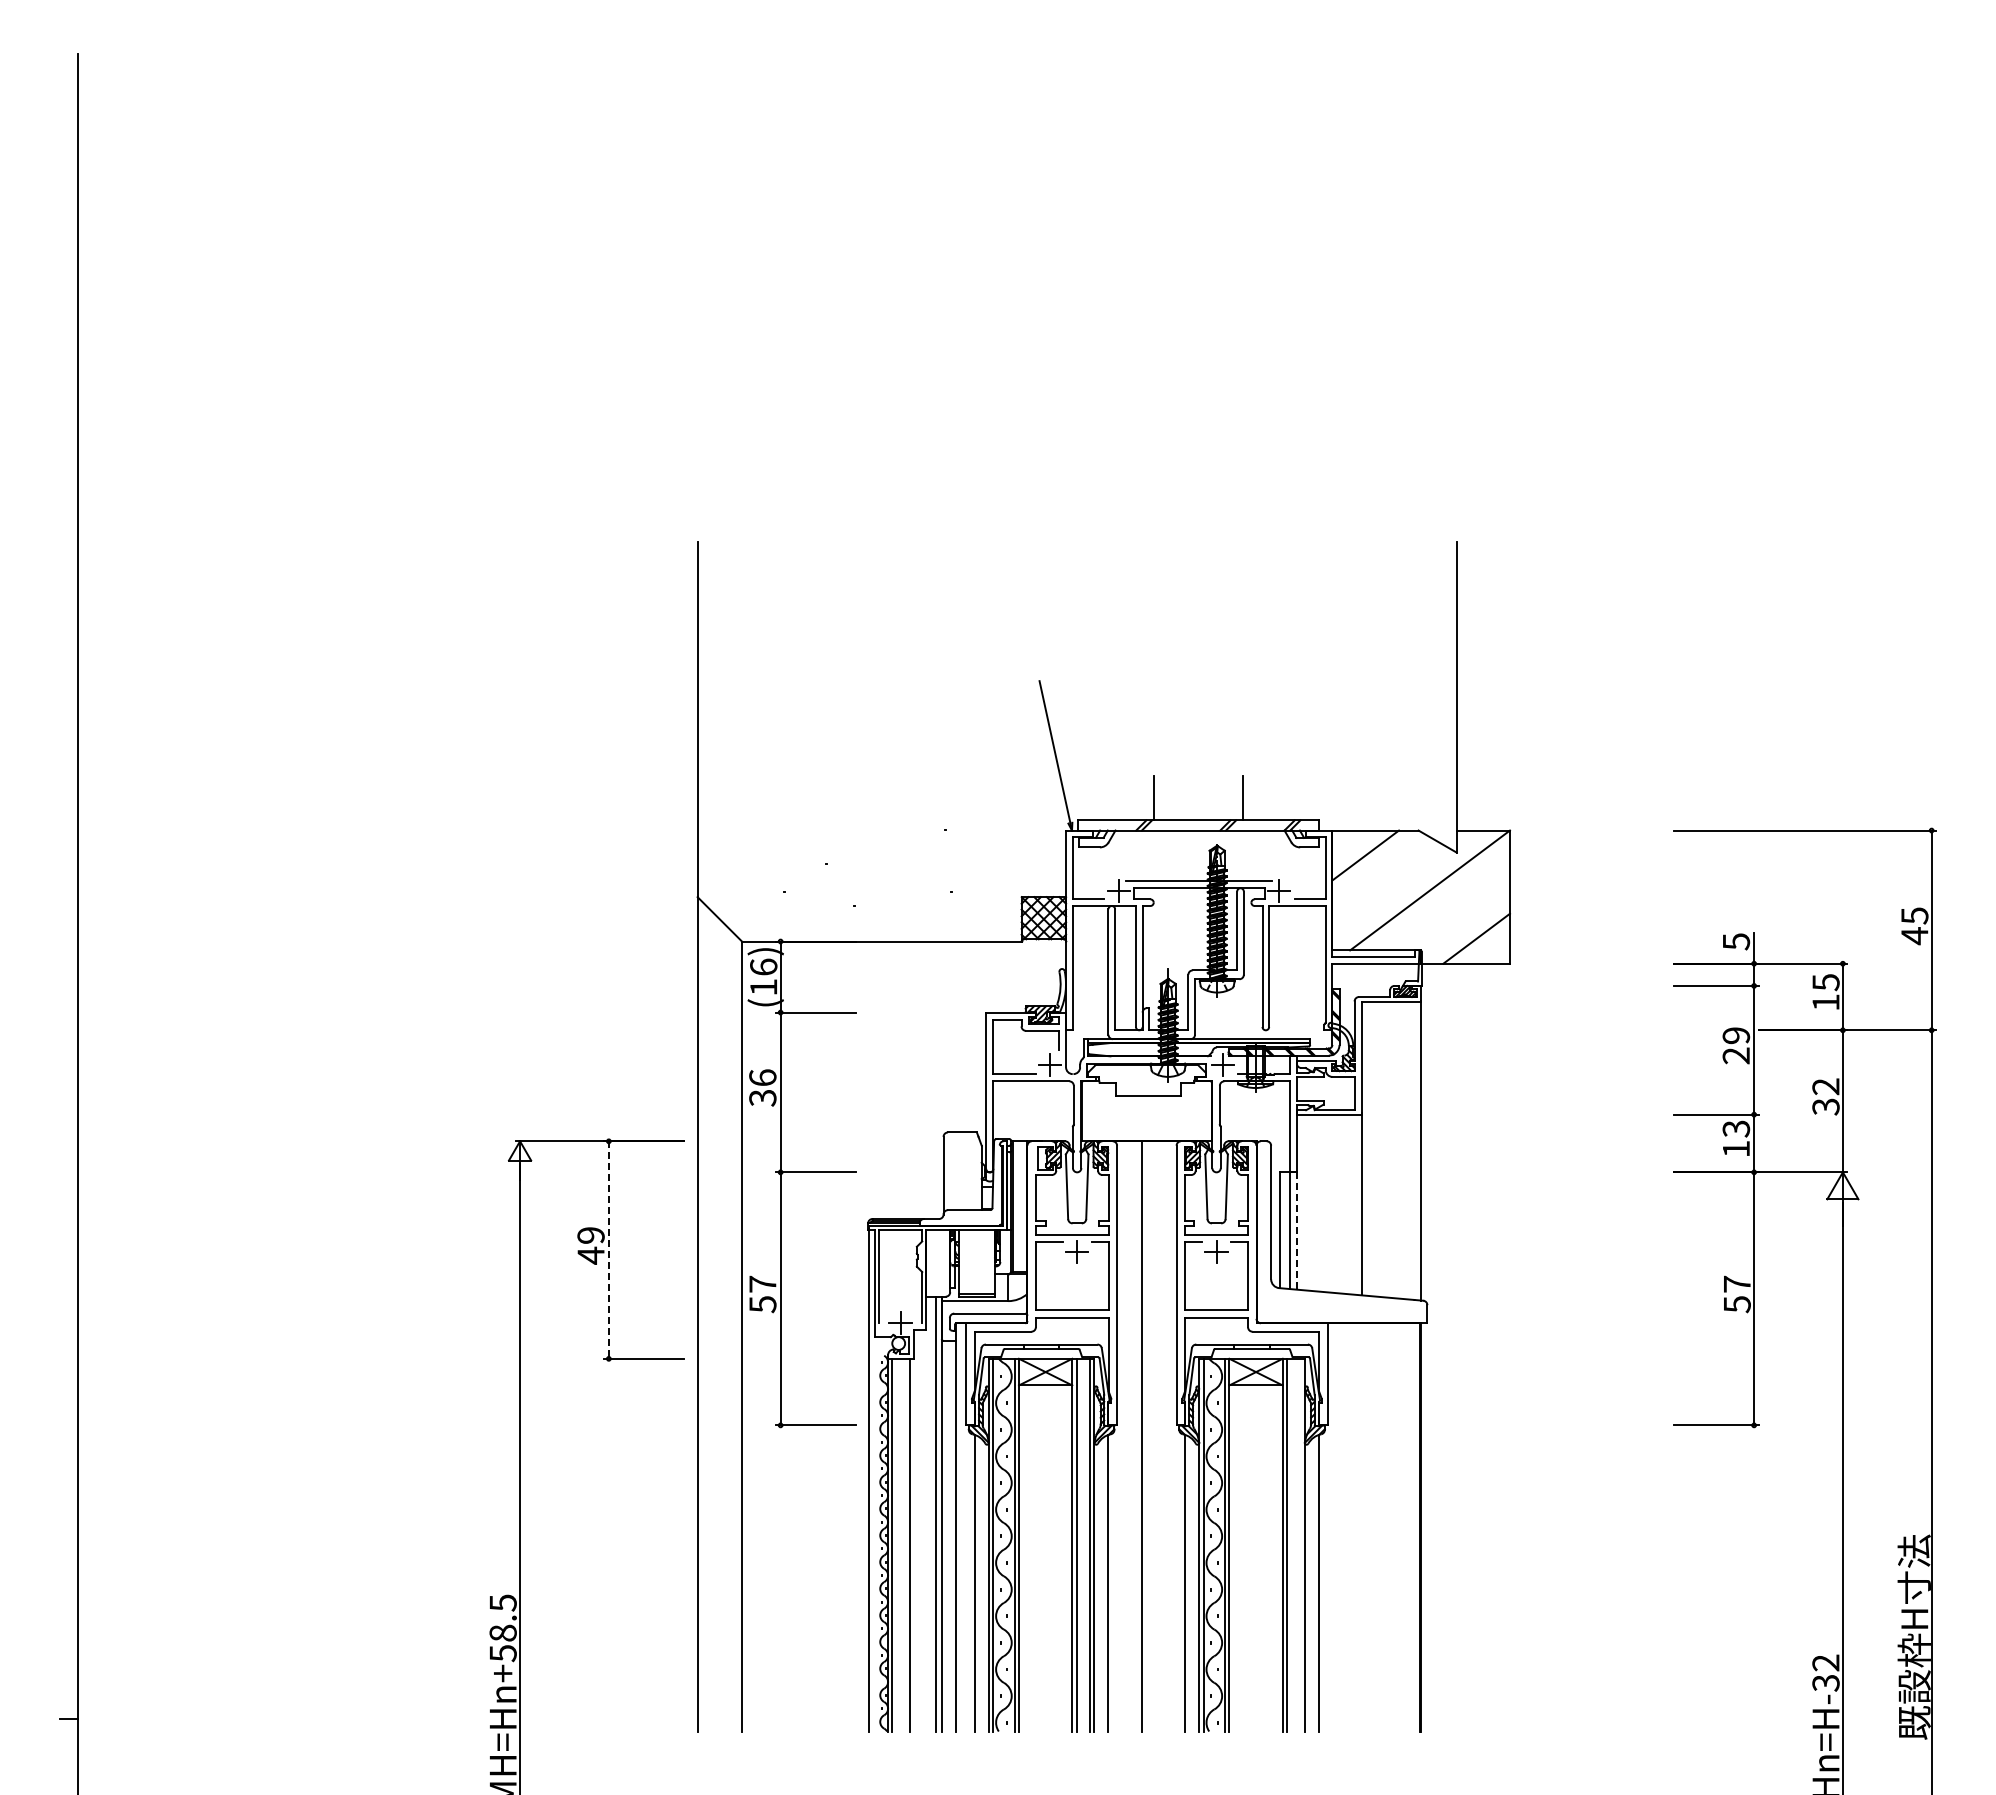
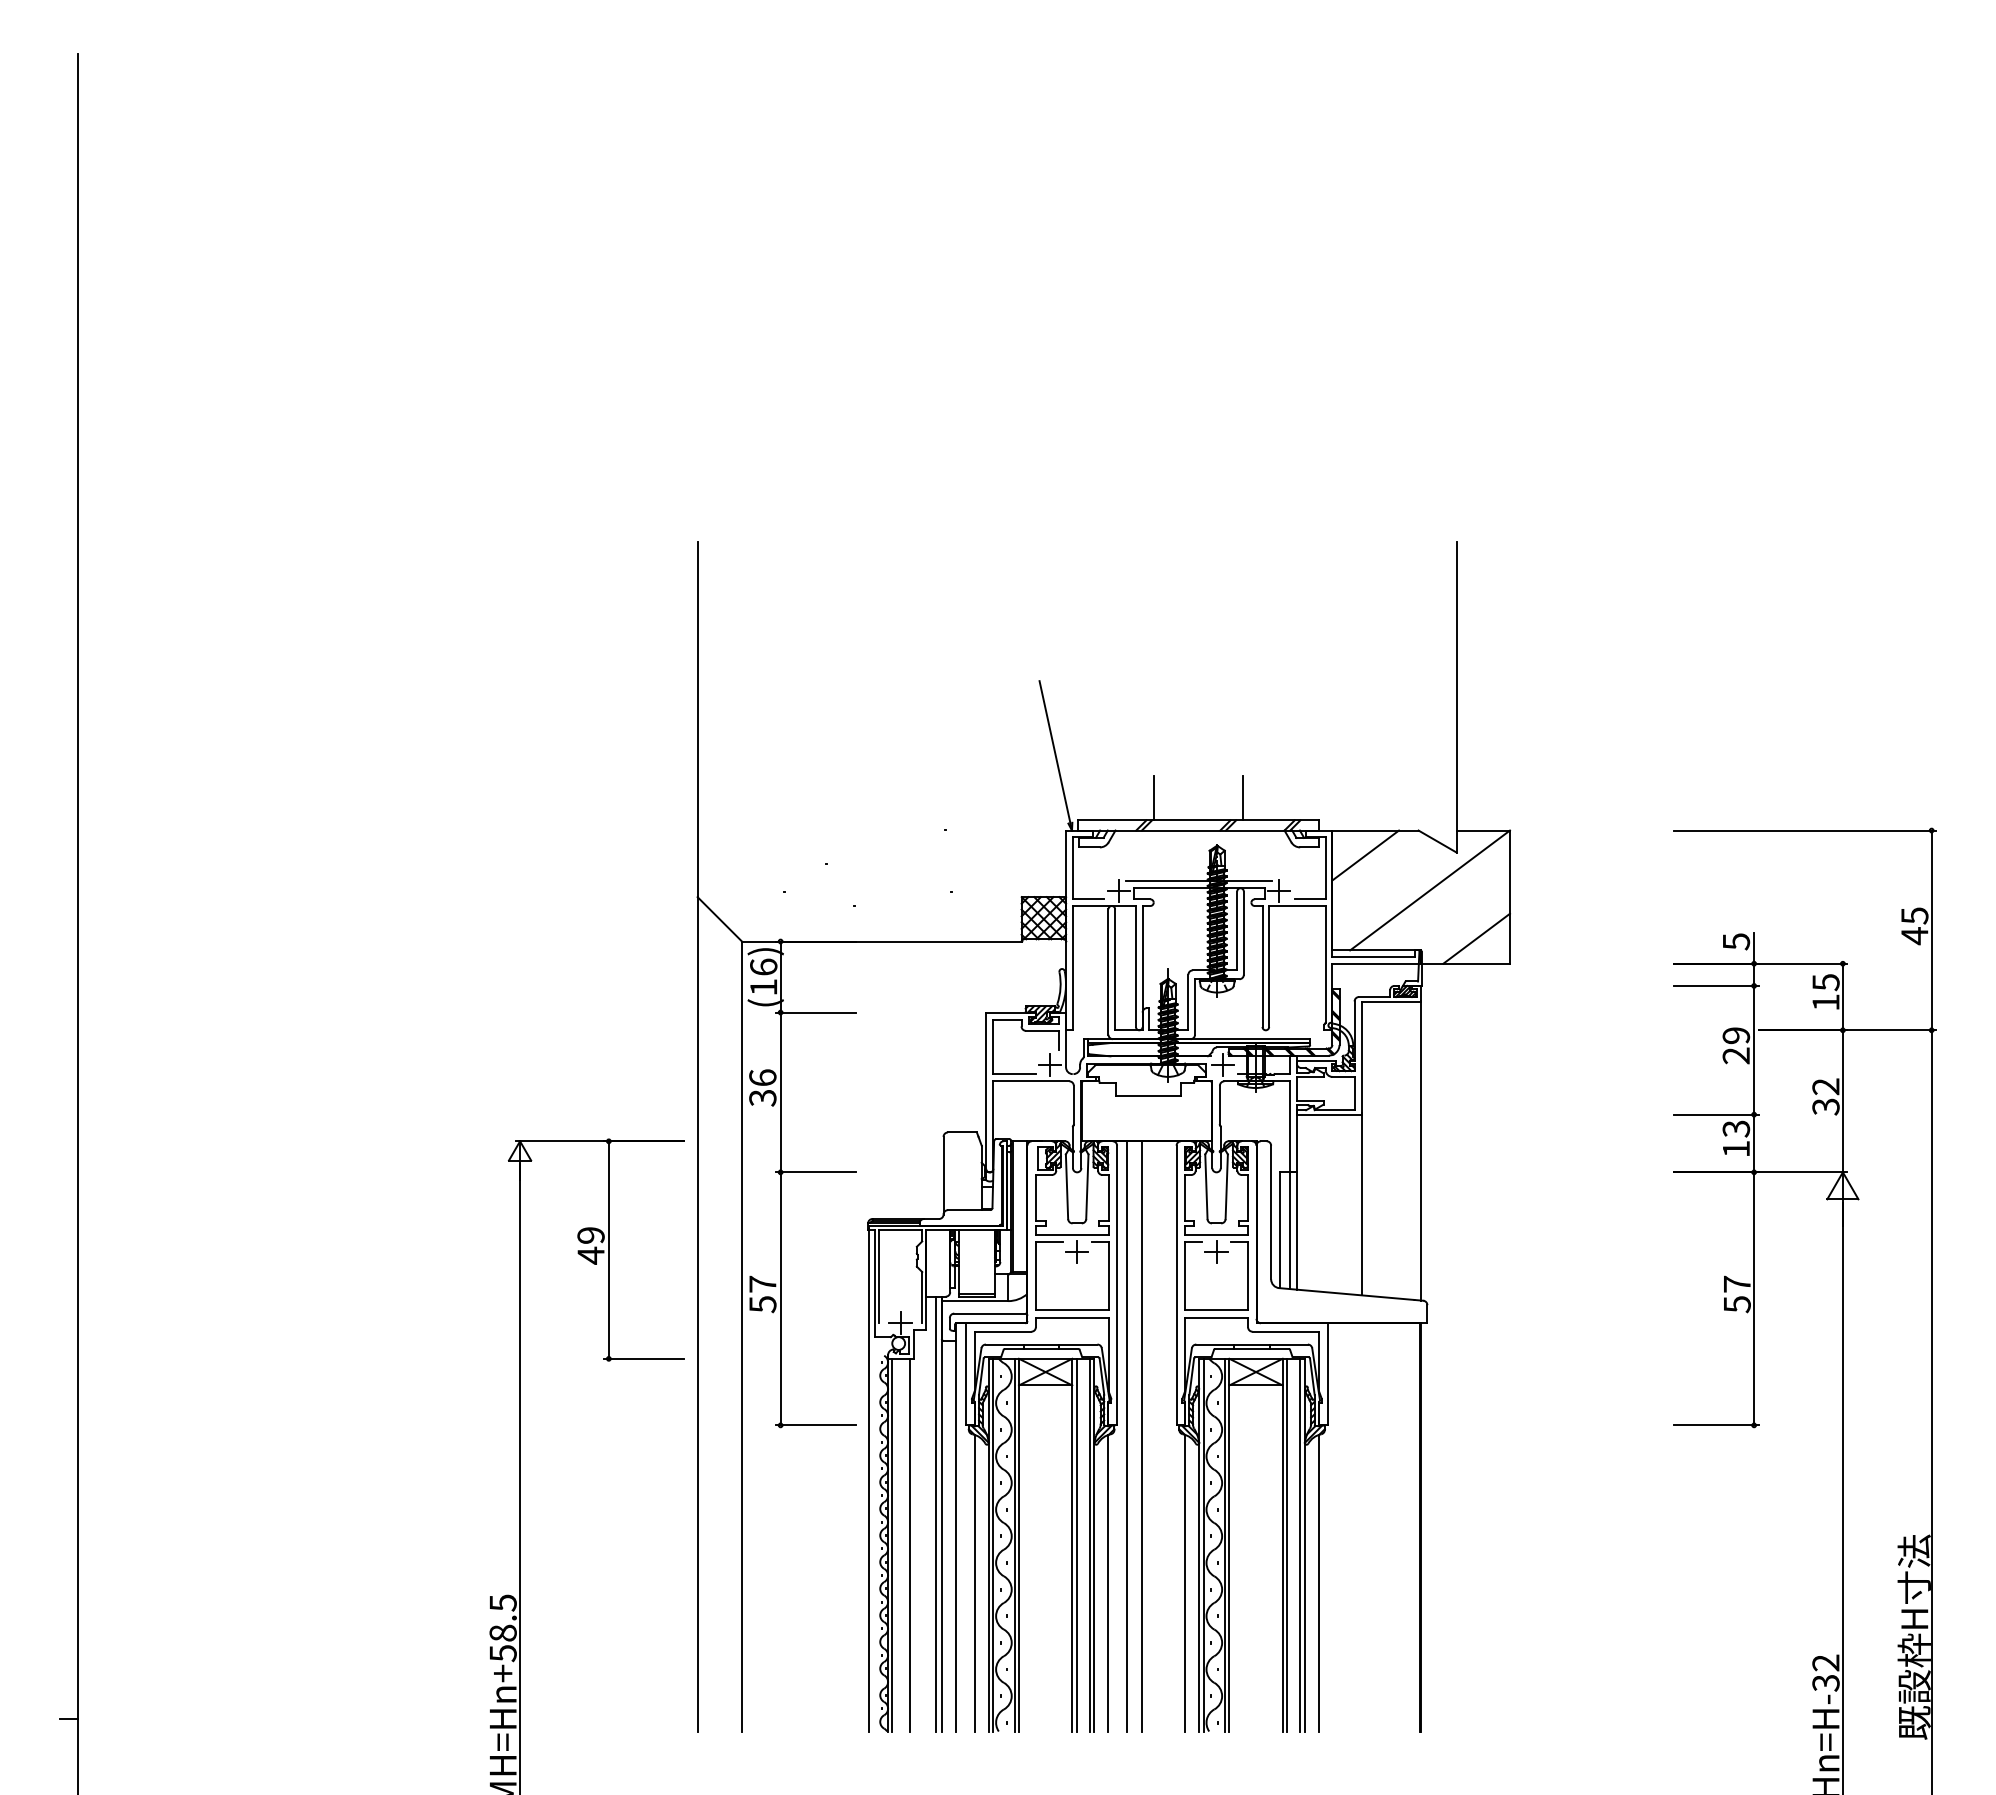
line at (1296, 1231): dashed -> solid
line at (608, 1250): dashed -> solid
line at (1126, 1436): none -> present
line at (1300, 1544): none -> present
